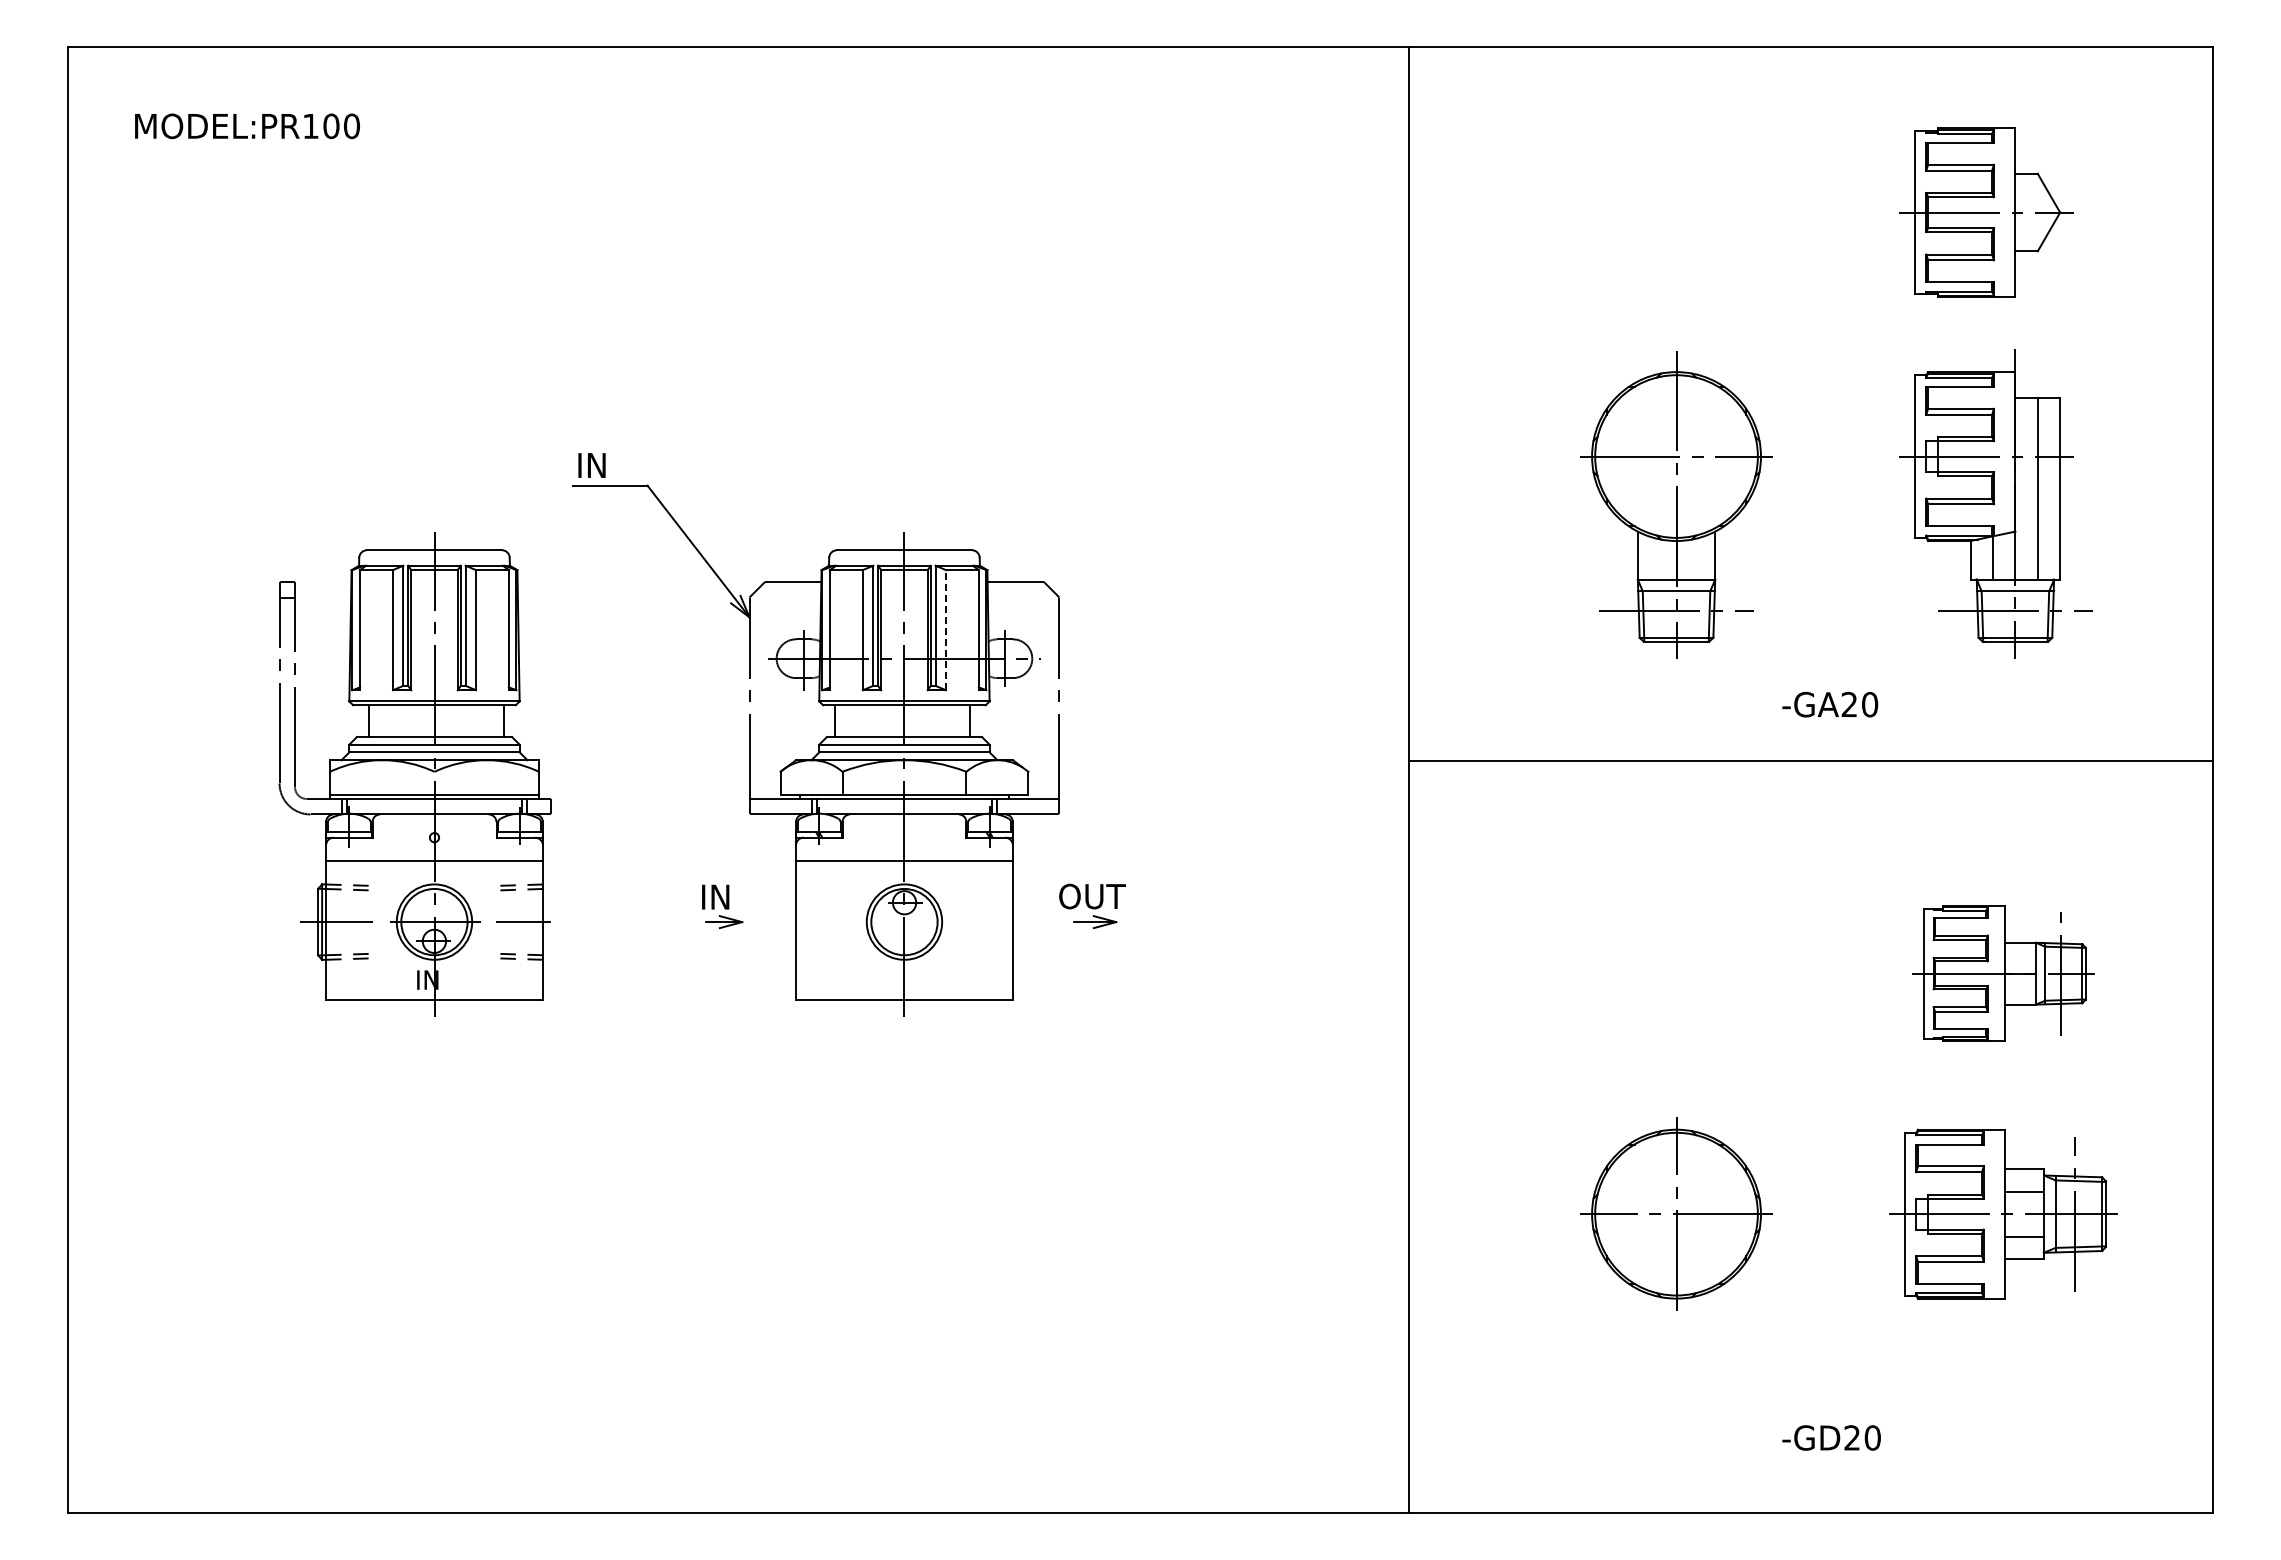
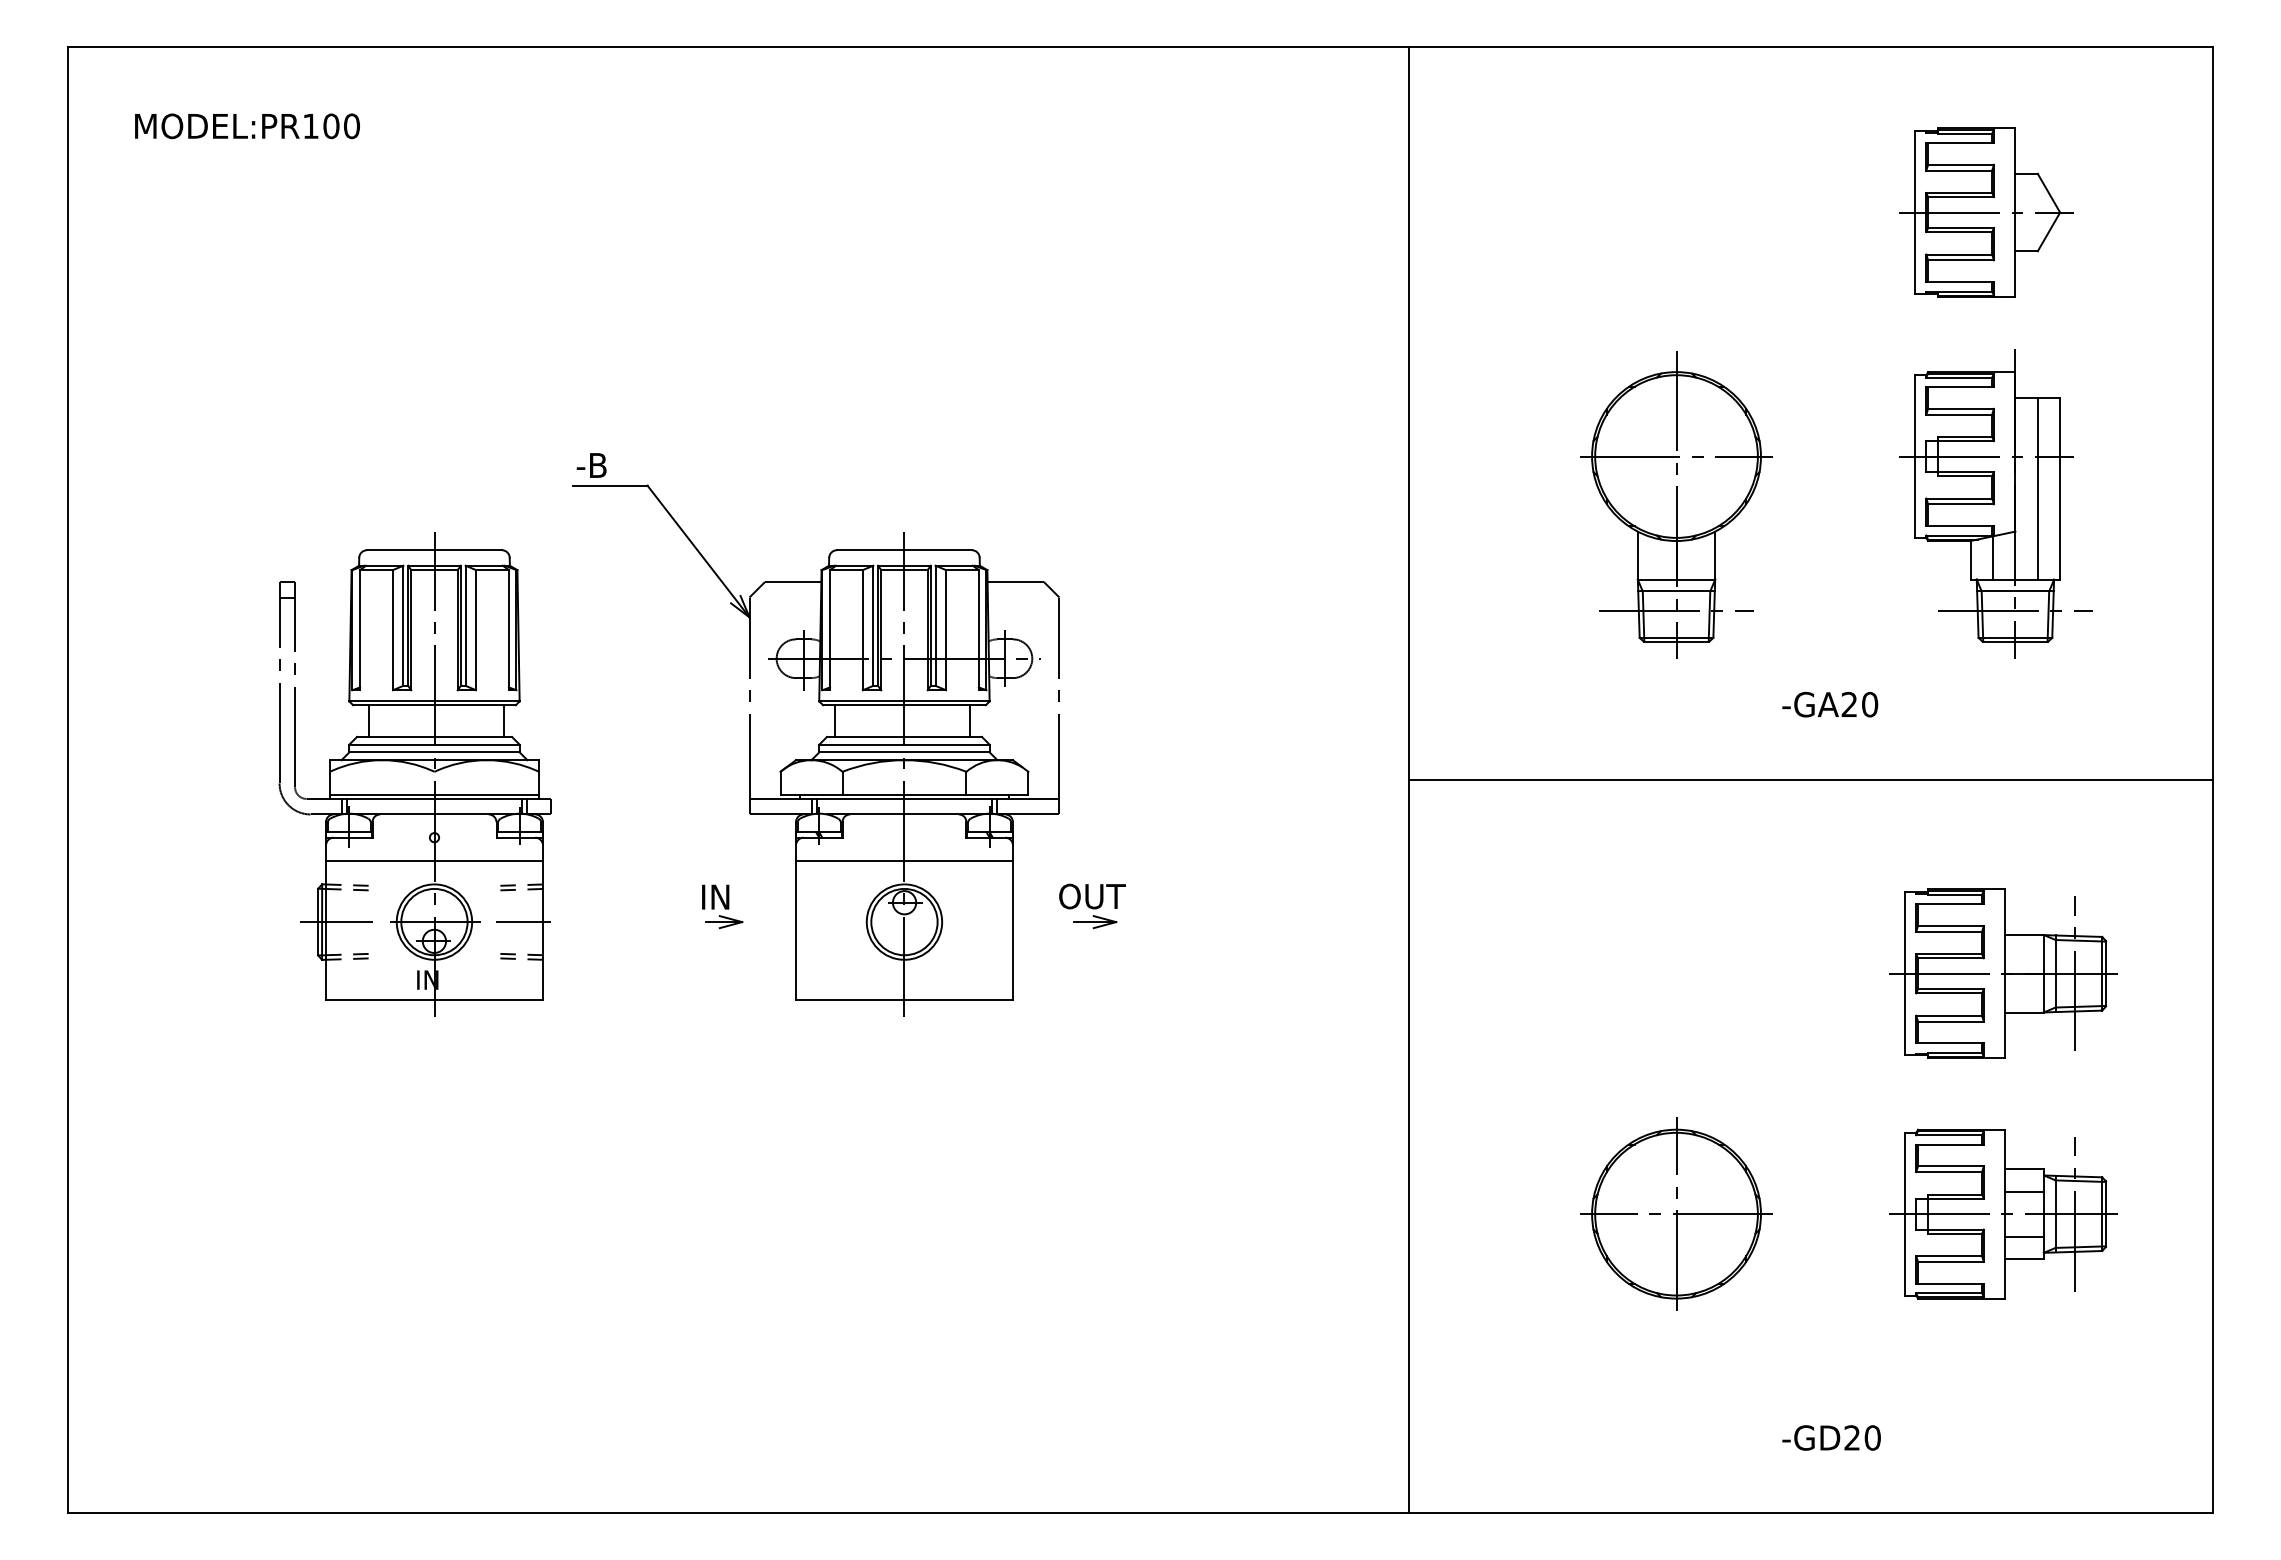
text at (591, 465): IN -> -B
line at (946, 629): dashed -> solid
line at (1810, 761) position: (1810, 761) -> (1810, 780)
part at (2003, 973) size: 183x137 px -> 229x171 px
